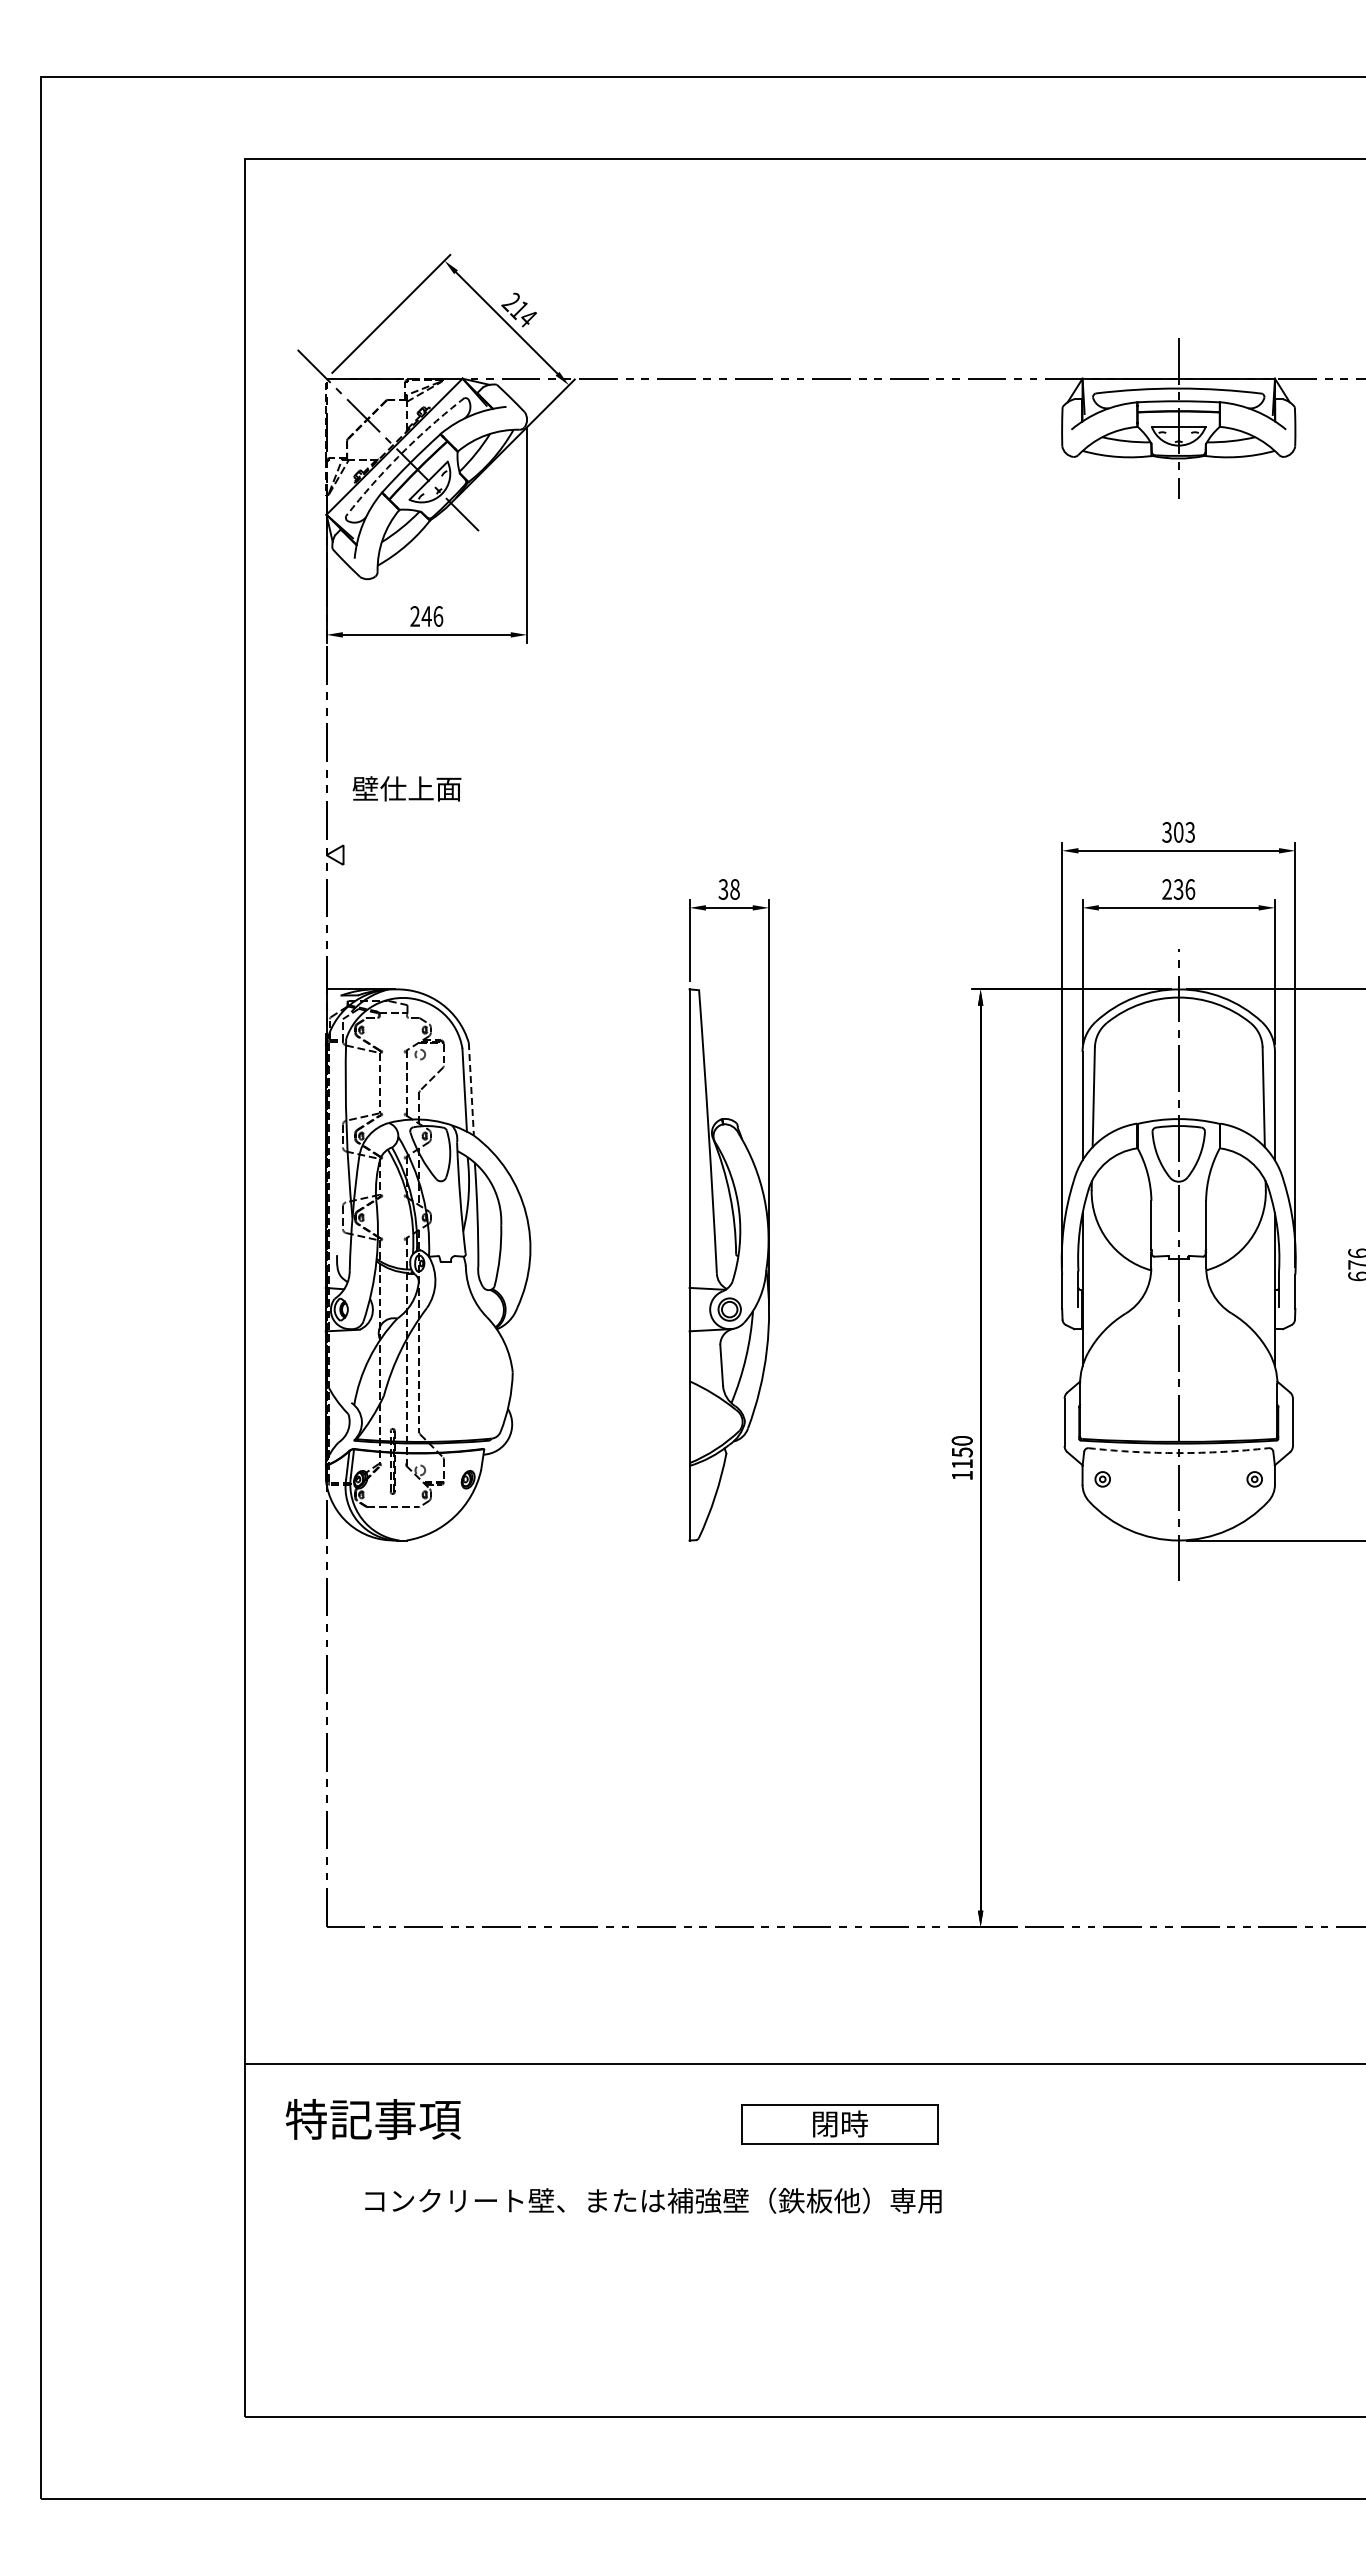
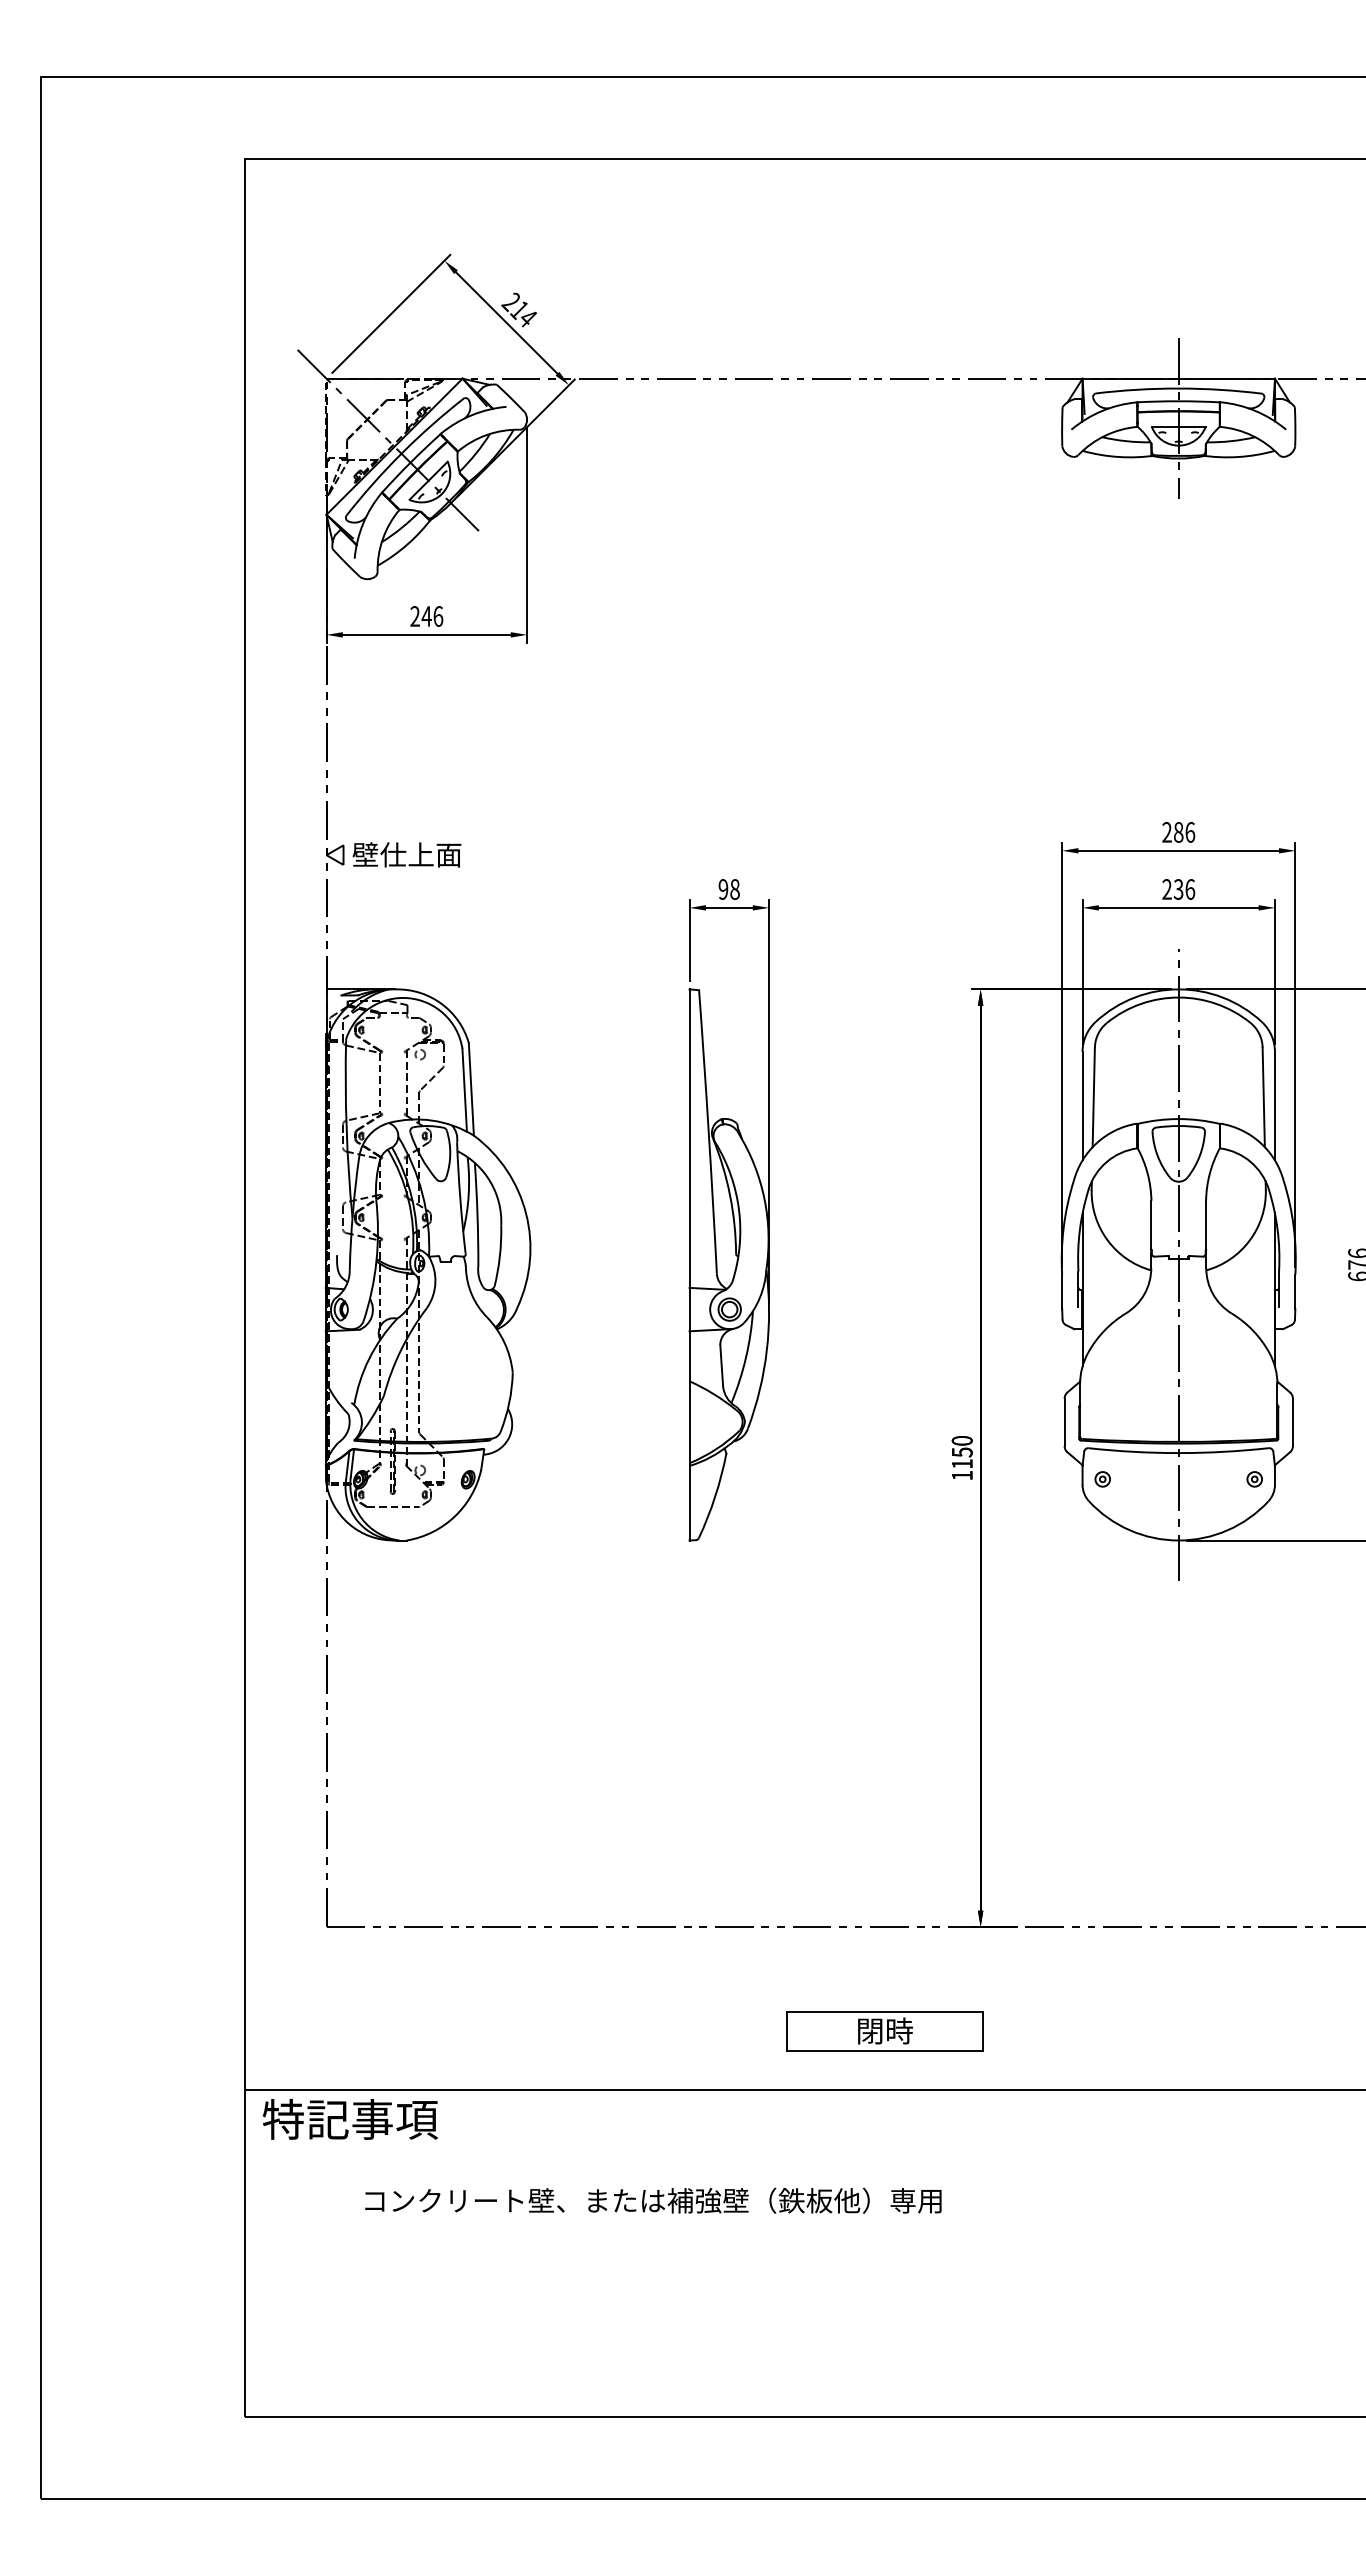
arc at (401, 453): dashed -> solid
text at (406, 788) position: (406, 788) -> (406, 854)
text at (1178, 832): 303 -> 286
text at (723, 889): 38 -> 98
line at (471, 1089): dashed -> solid
arc at (1178, 1453): dashed -> solid
line at (803, 2064) position: (803, 2064) -> (803, 2090)
text at (373, 2119) position: (373, 2119) -> (350, 2119)
part at (839, 2124) position: (839, 2124) -> (884, 2031)
